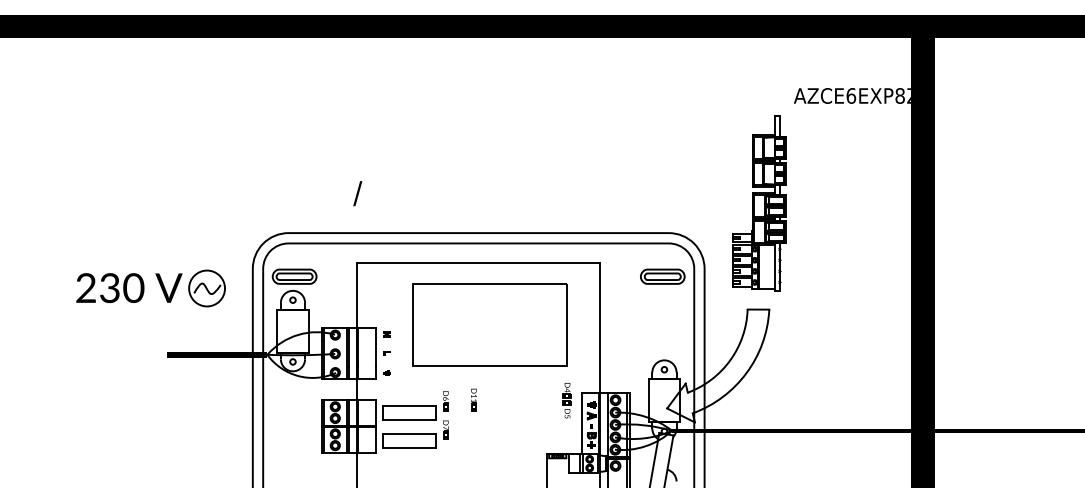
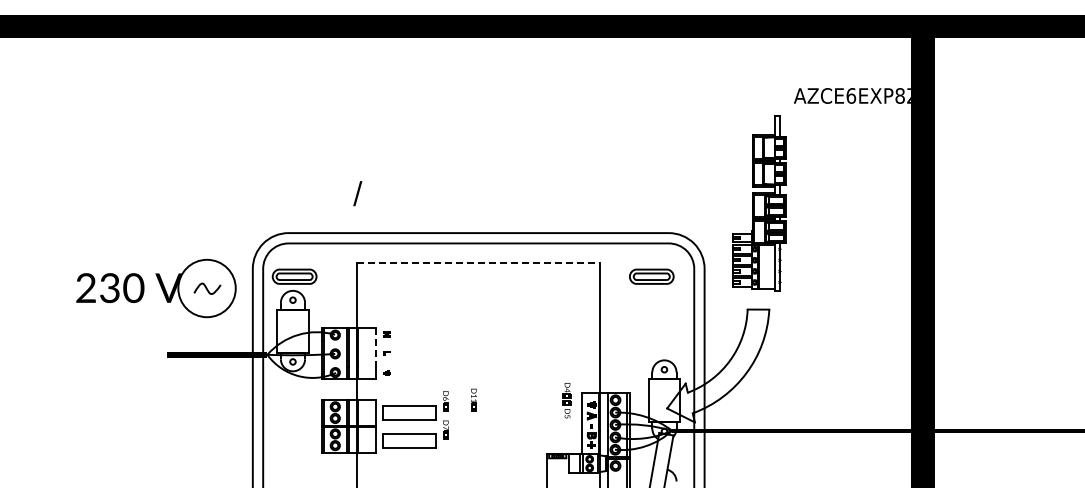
line at (479, 262): solid -> dashed
part at (662, 276) position: (662, 276) -> (651, 276)
circle at (207, 288) diameter: 36 px -> 57 px
part at (489, 324): present -> none
line at (375, 347): solid -> dashed
